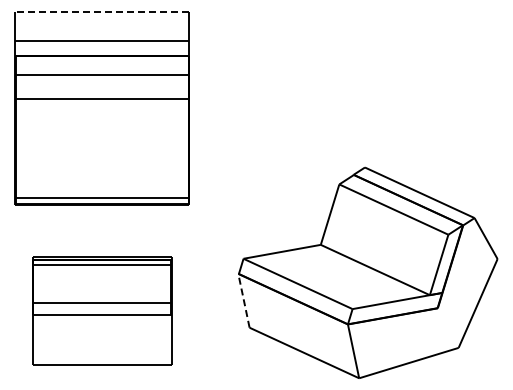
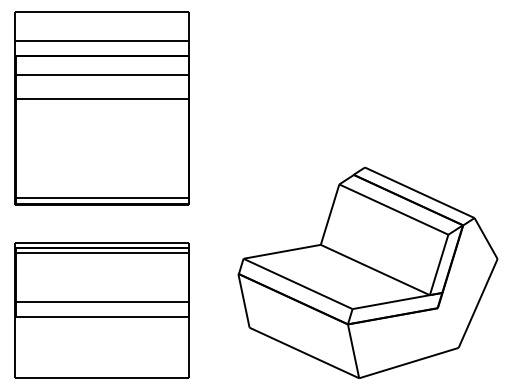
line at (102, 11): dashed -> solid
line at (243, 300): dashed -> solid
part at (102, 310) size: 141x110 px -> 176x137 px
